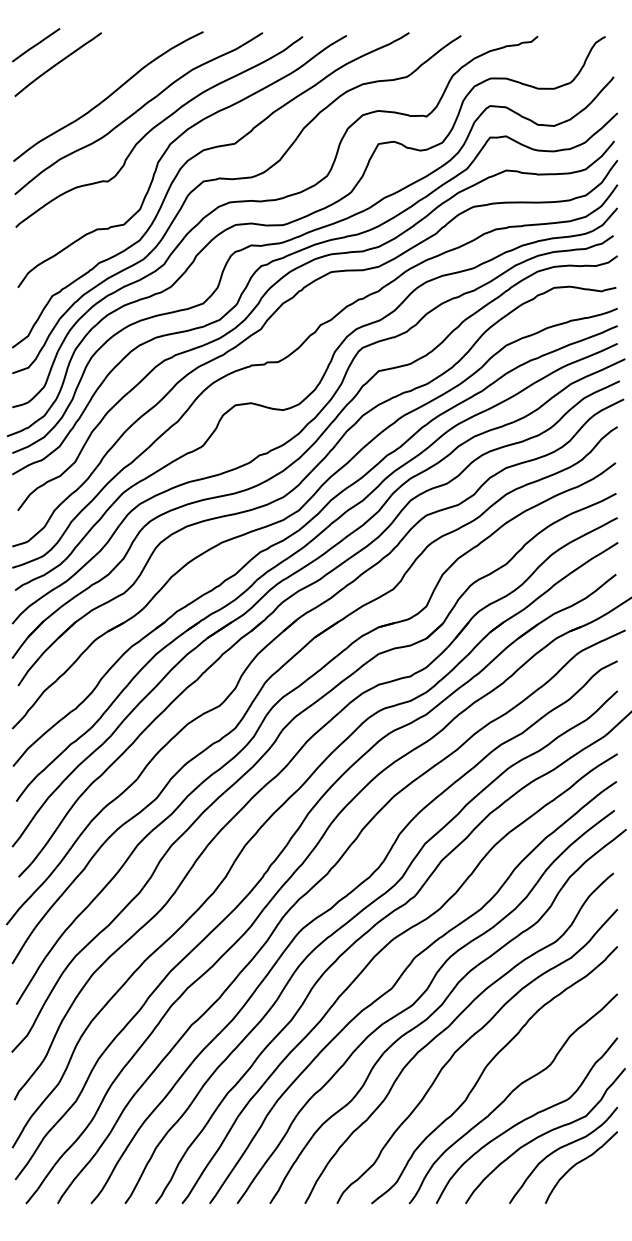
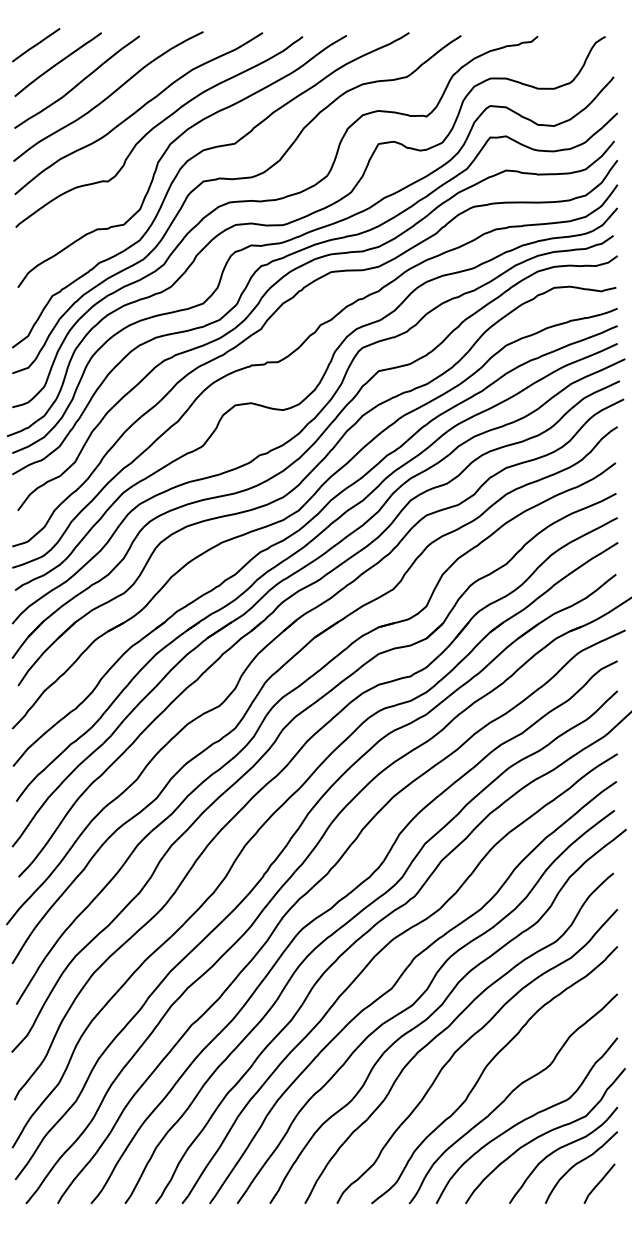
curve at (78, 82): none -> present
line at (599, 1183): none -> present
